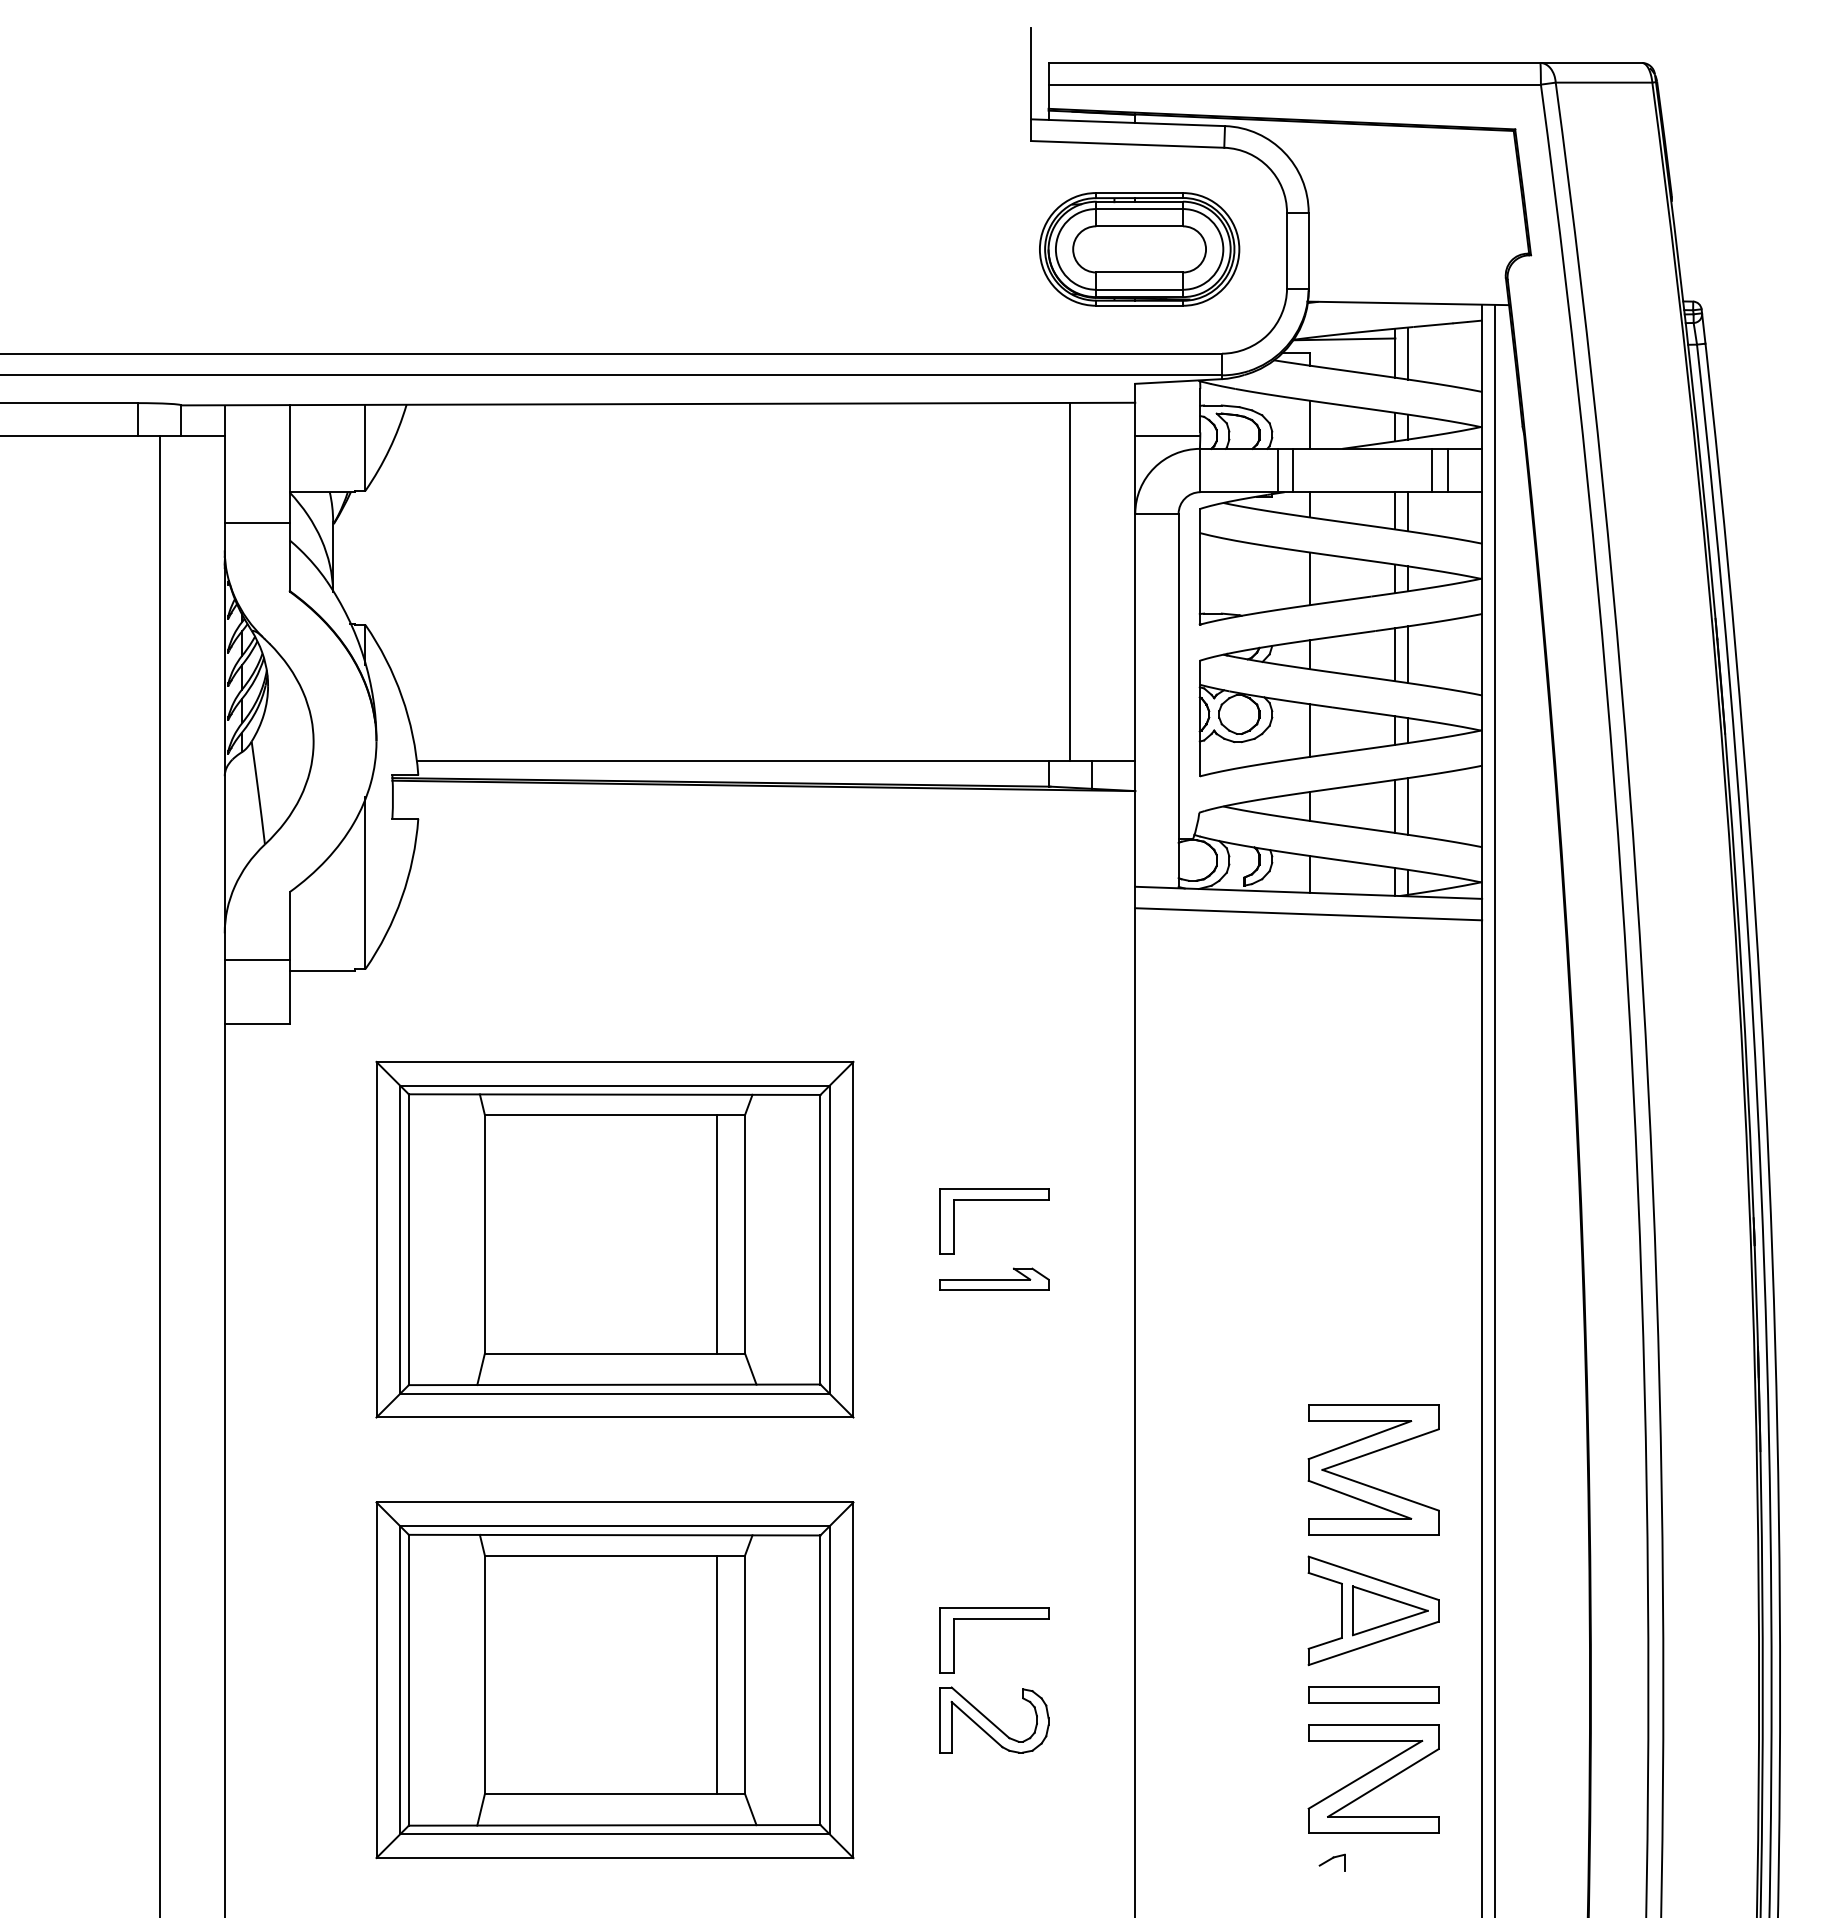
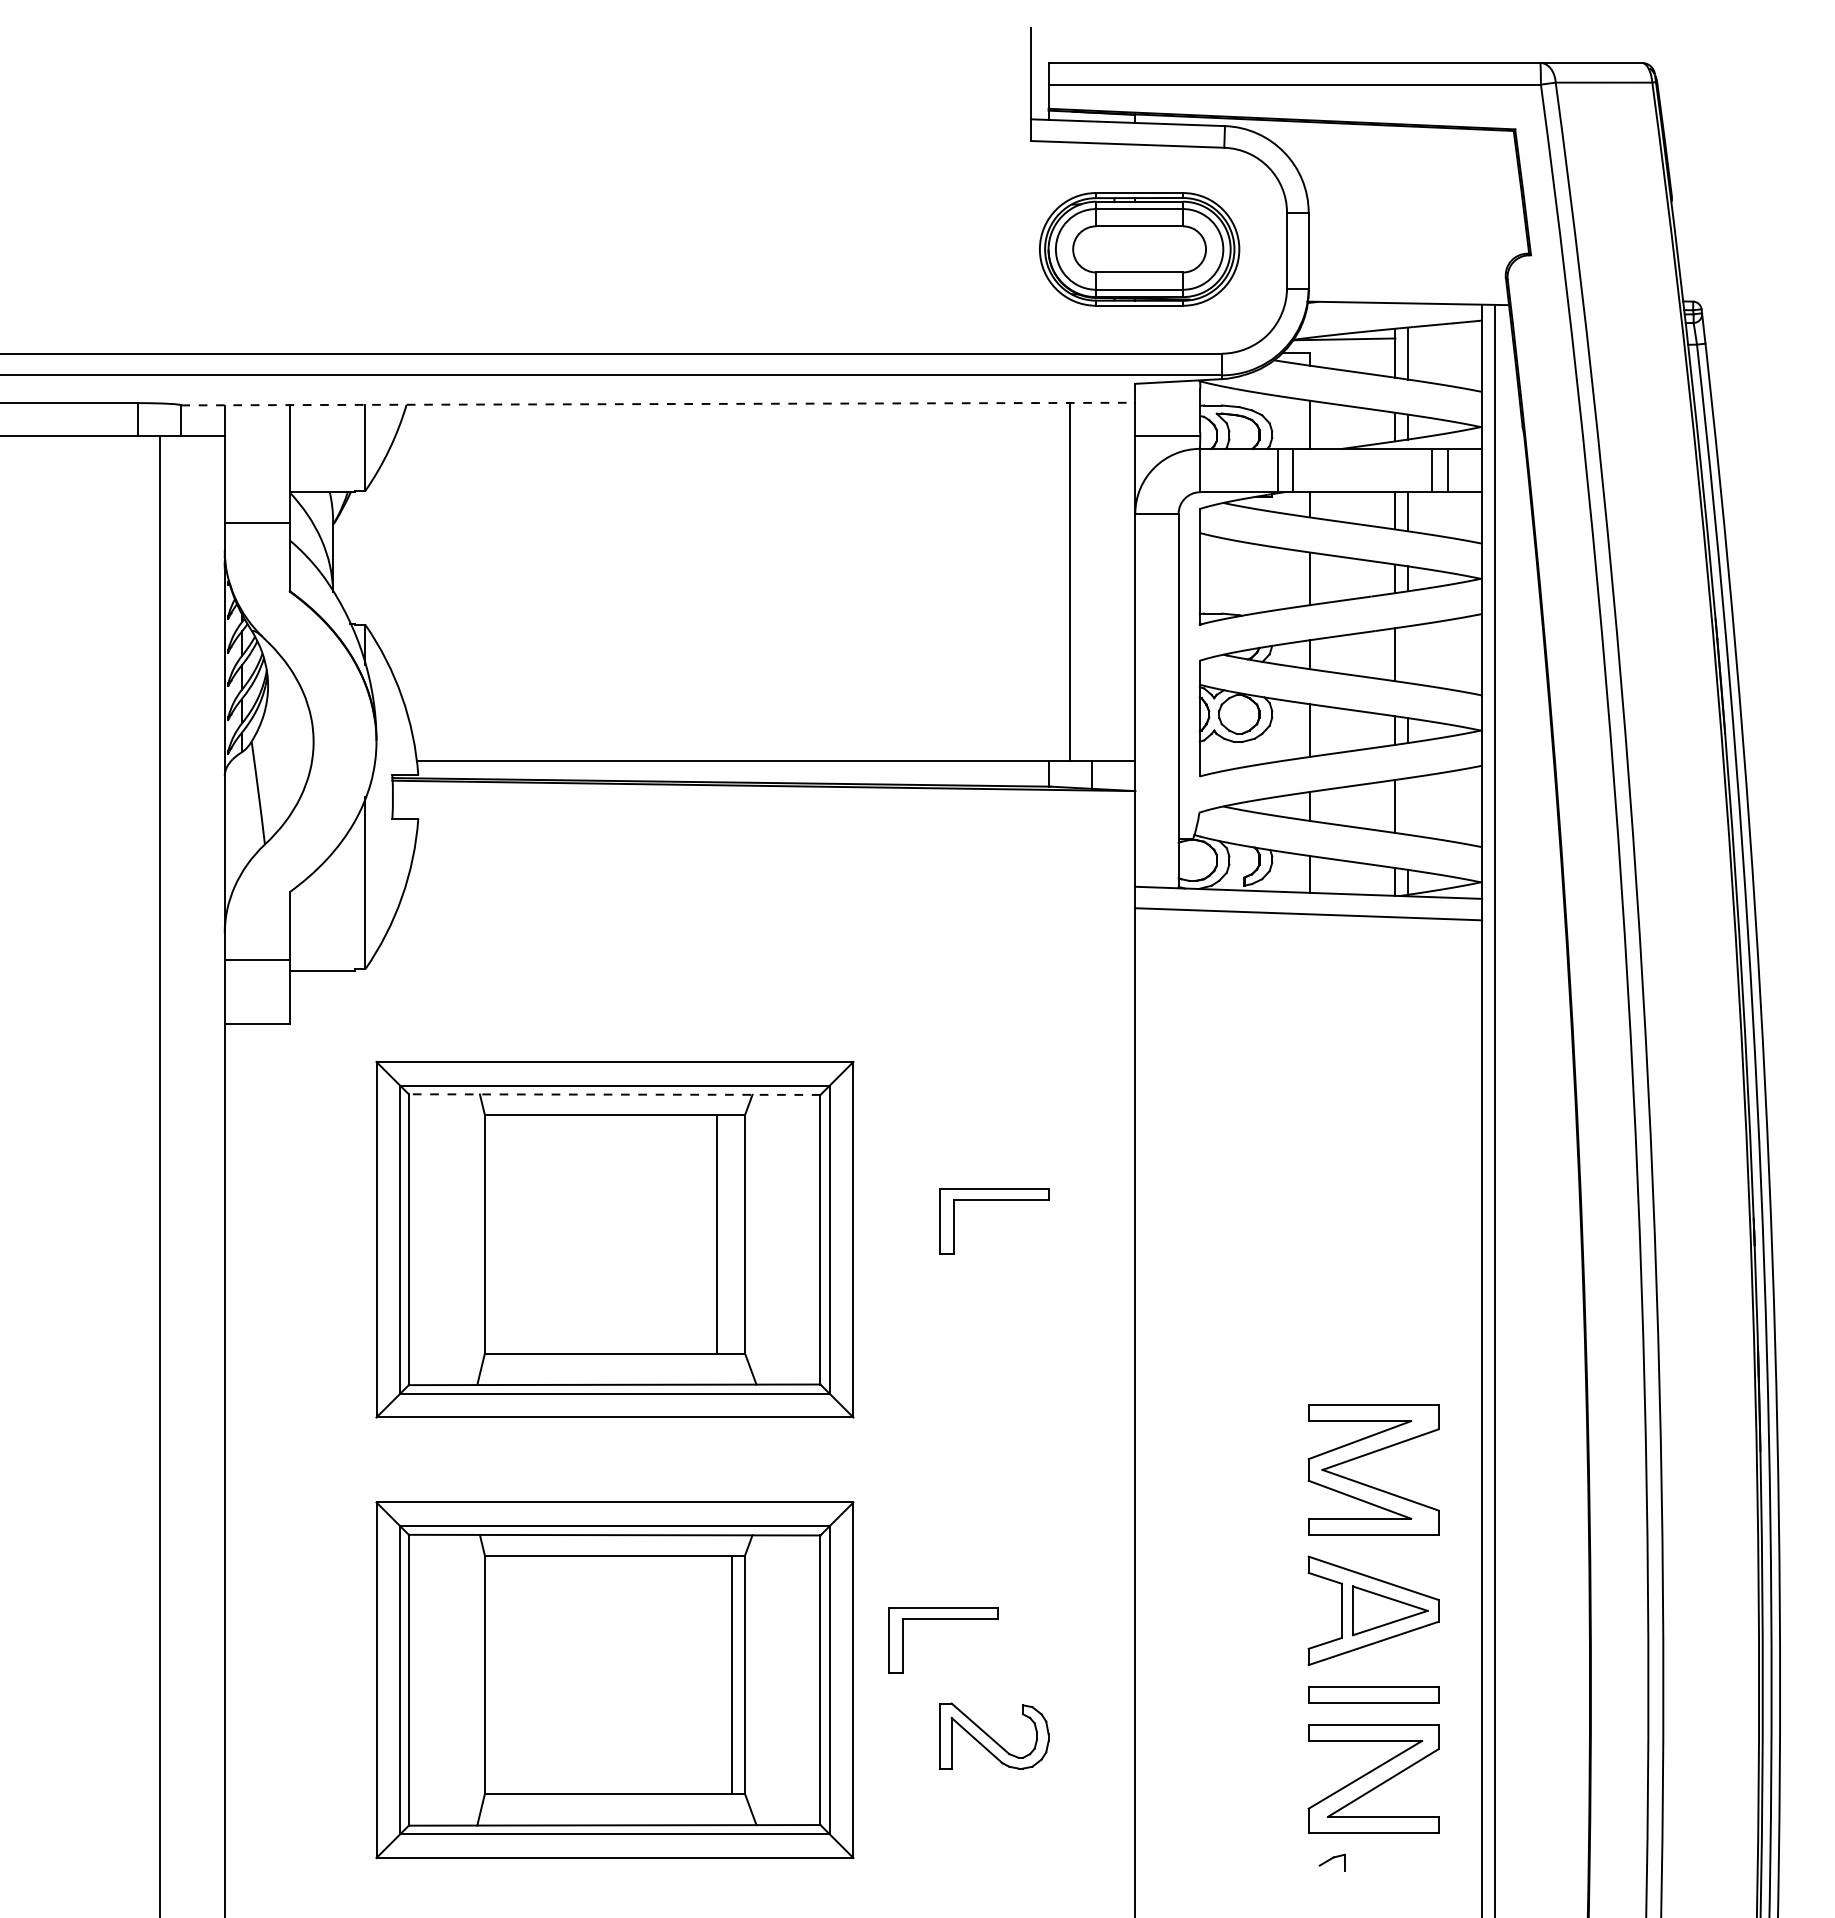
line at (658, 404): solid -> dashed
line at (1408, 654): present -> none
line at (1408, 806): present -> none
line at (614, 1094): solid -> dashed
part at (994, 1278): present -> none
part at (994, 1619) position: (994, 1619) -> (943, 1619)
line at (716, 1674) position: (716, 1674) -> (731, 1674)
part at (994, 1719) position: (994, 1719) -> (994, 1735)
